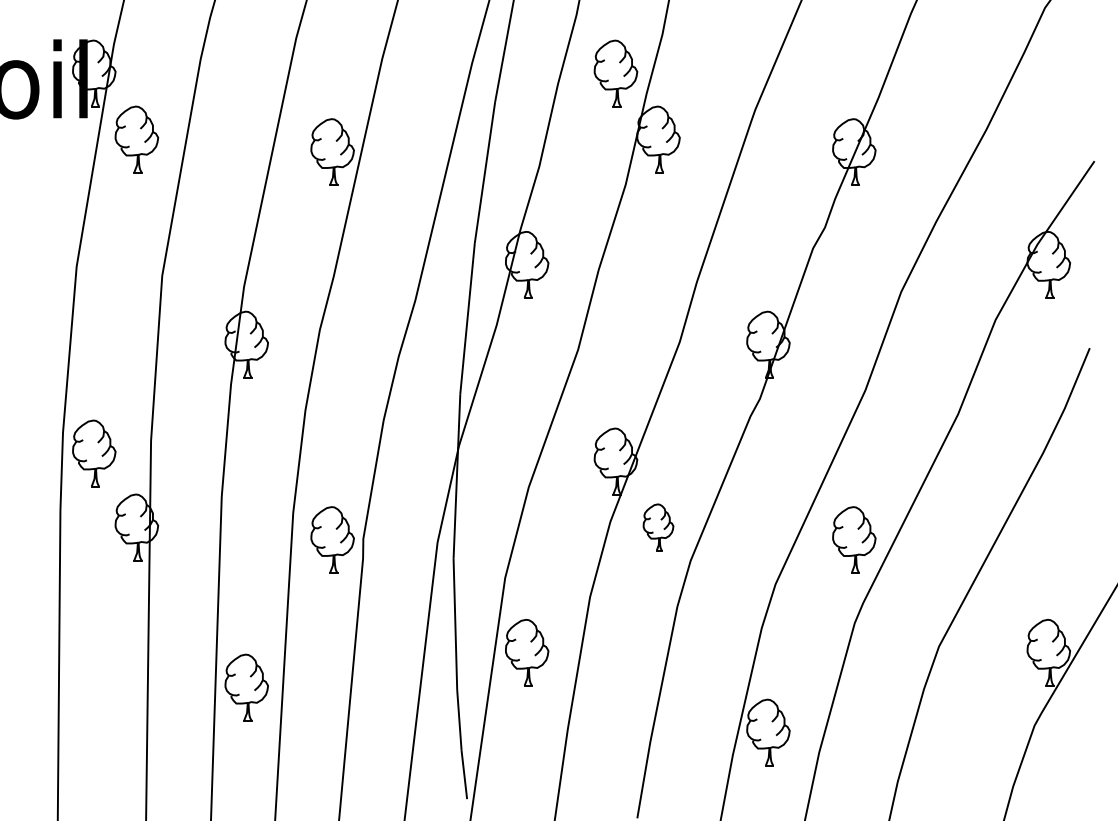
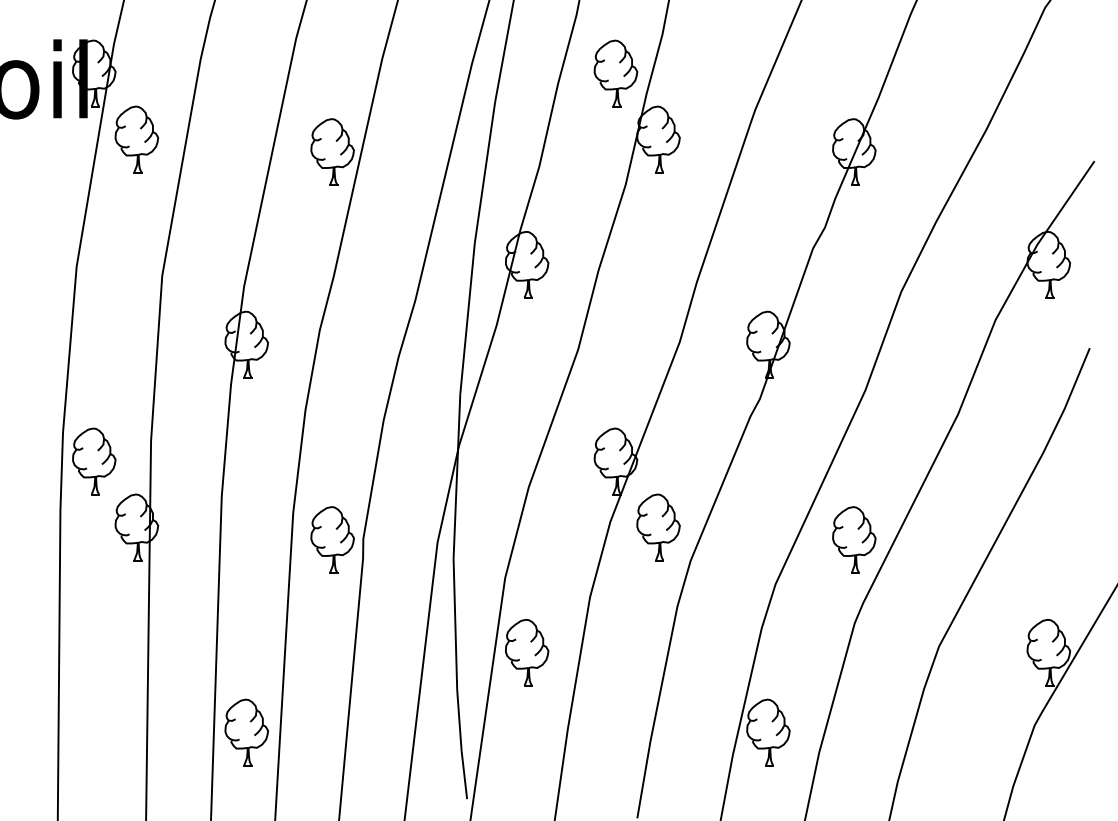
part at (94, 453) position: (94, 453) -> (94, 461)
part at (658, 527) size: 33x49 px -> 45x69 px
part at (246, 687) position: (246, 687) -> (246, 732)
